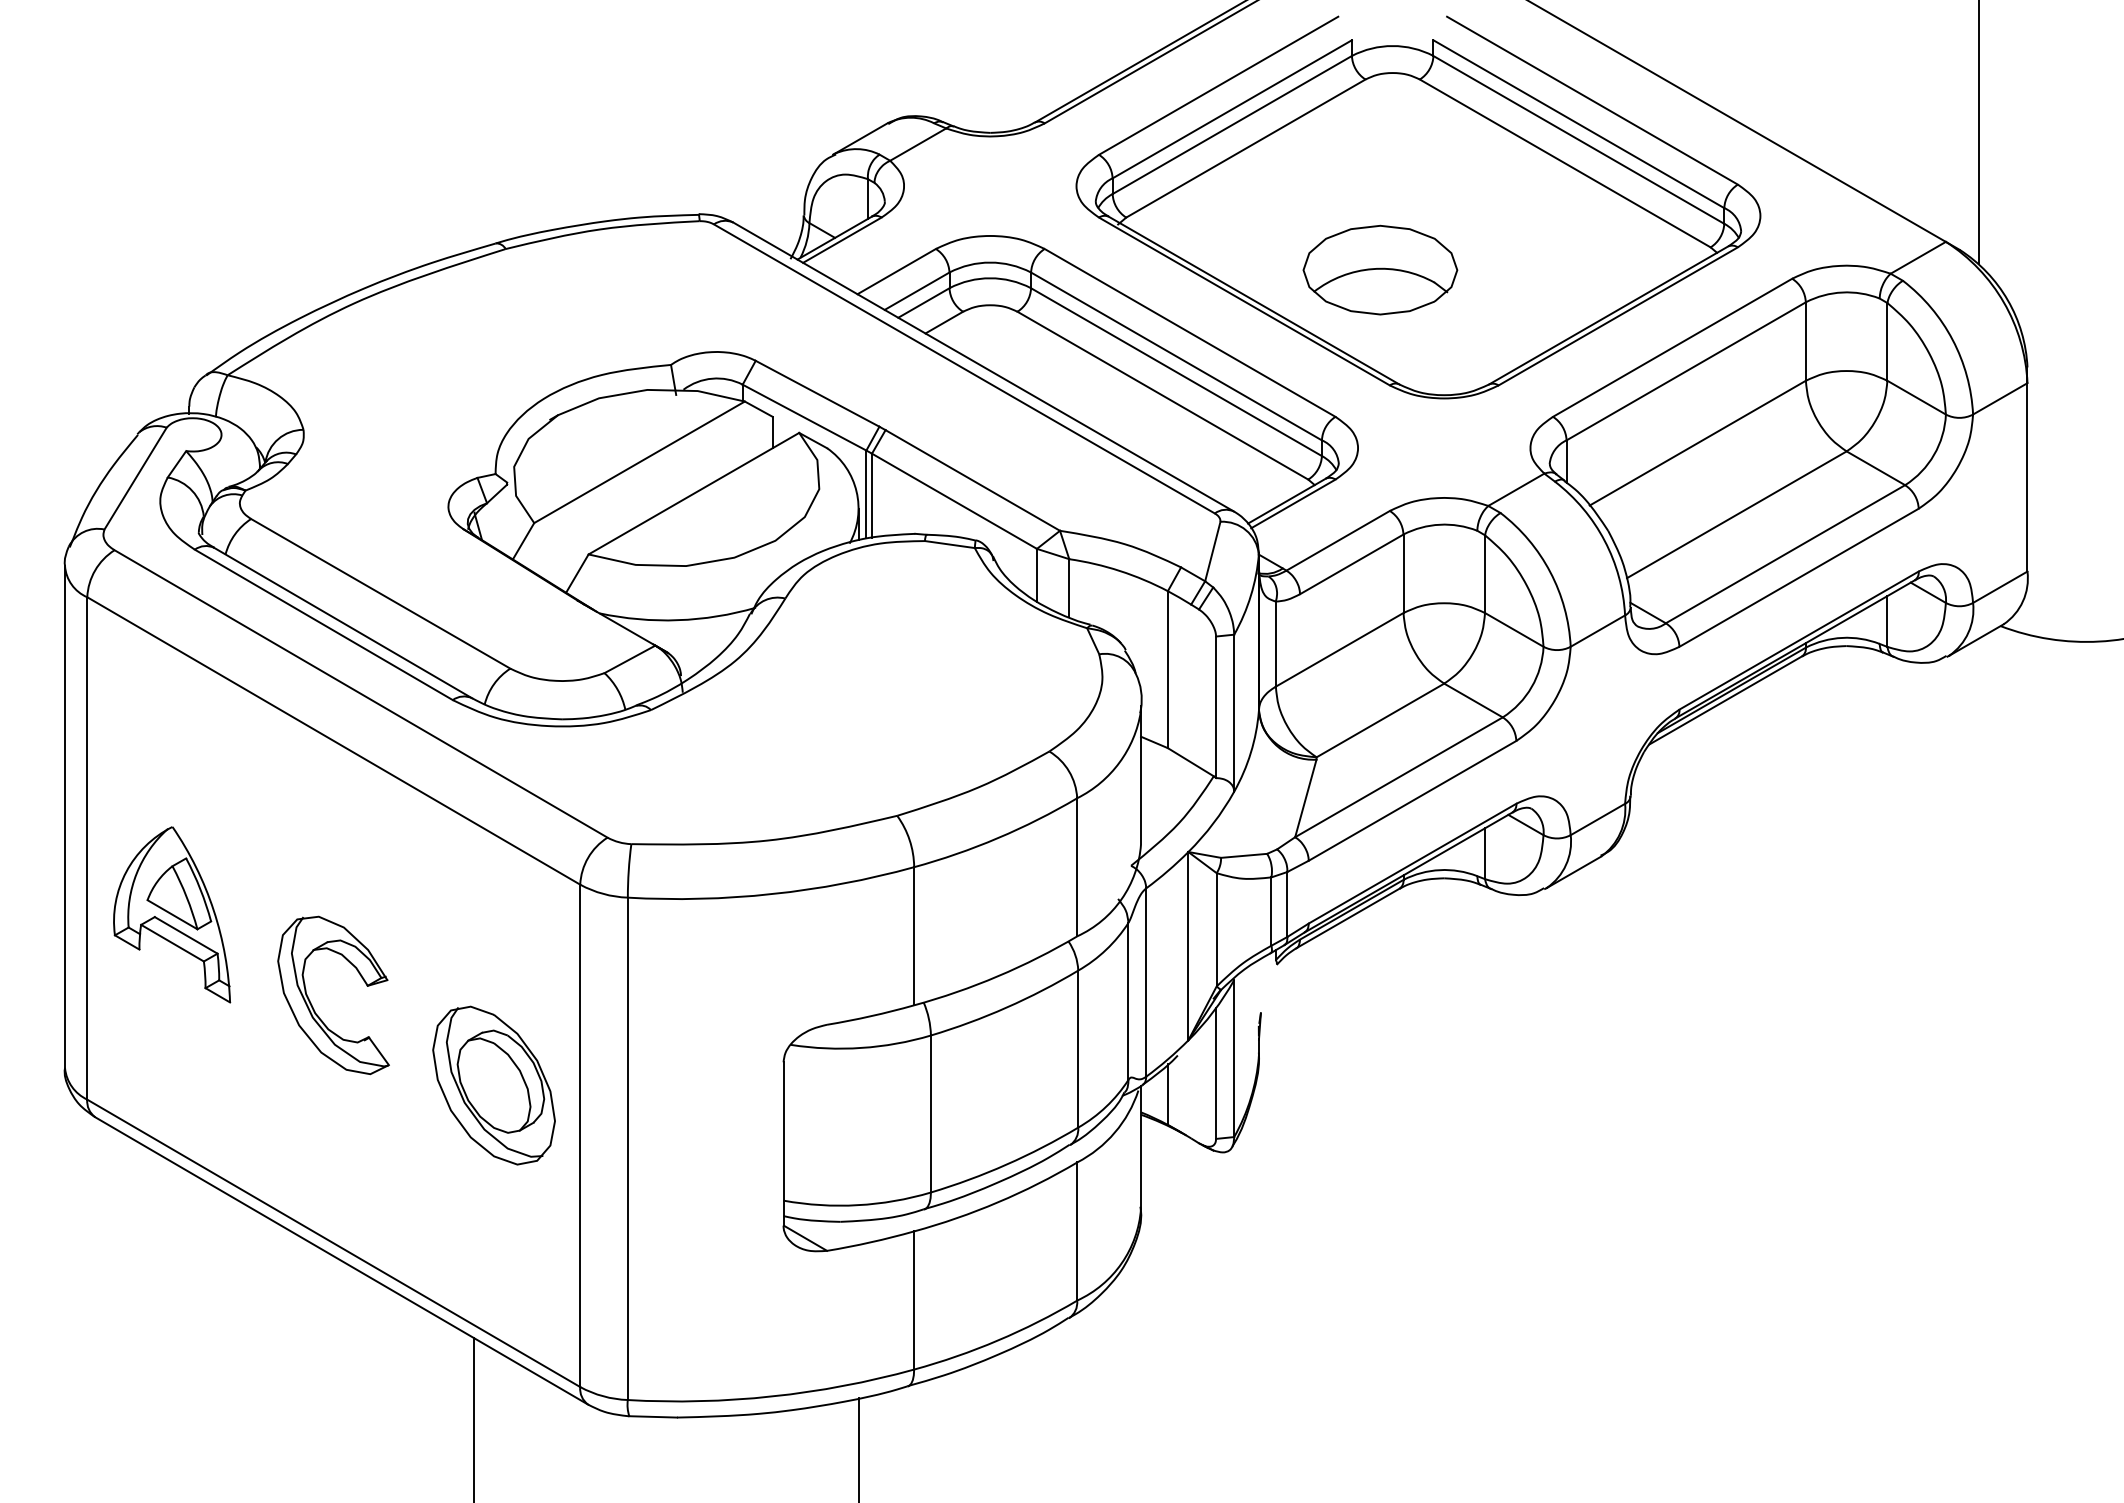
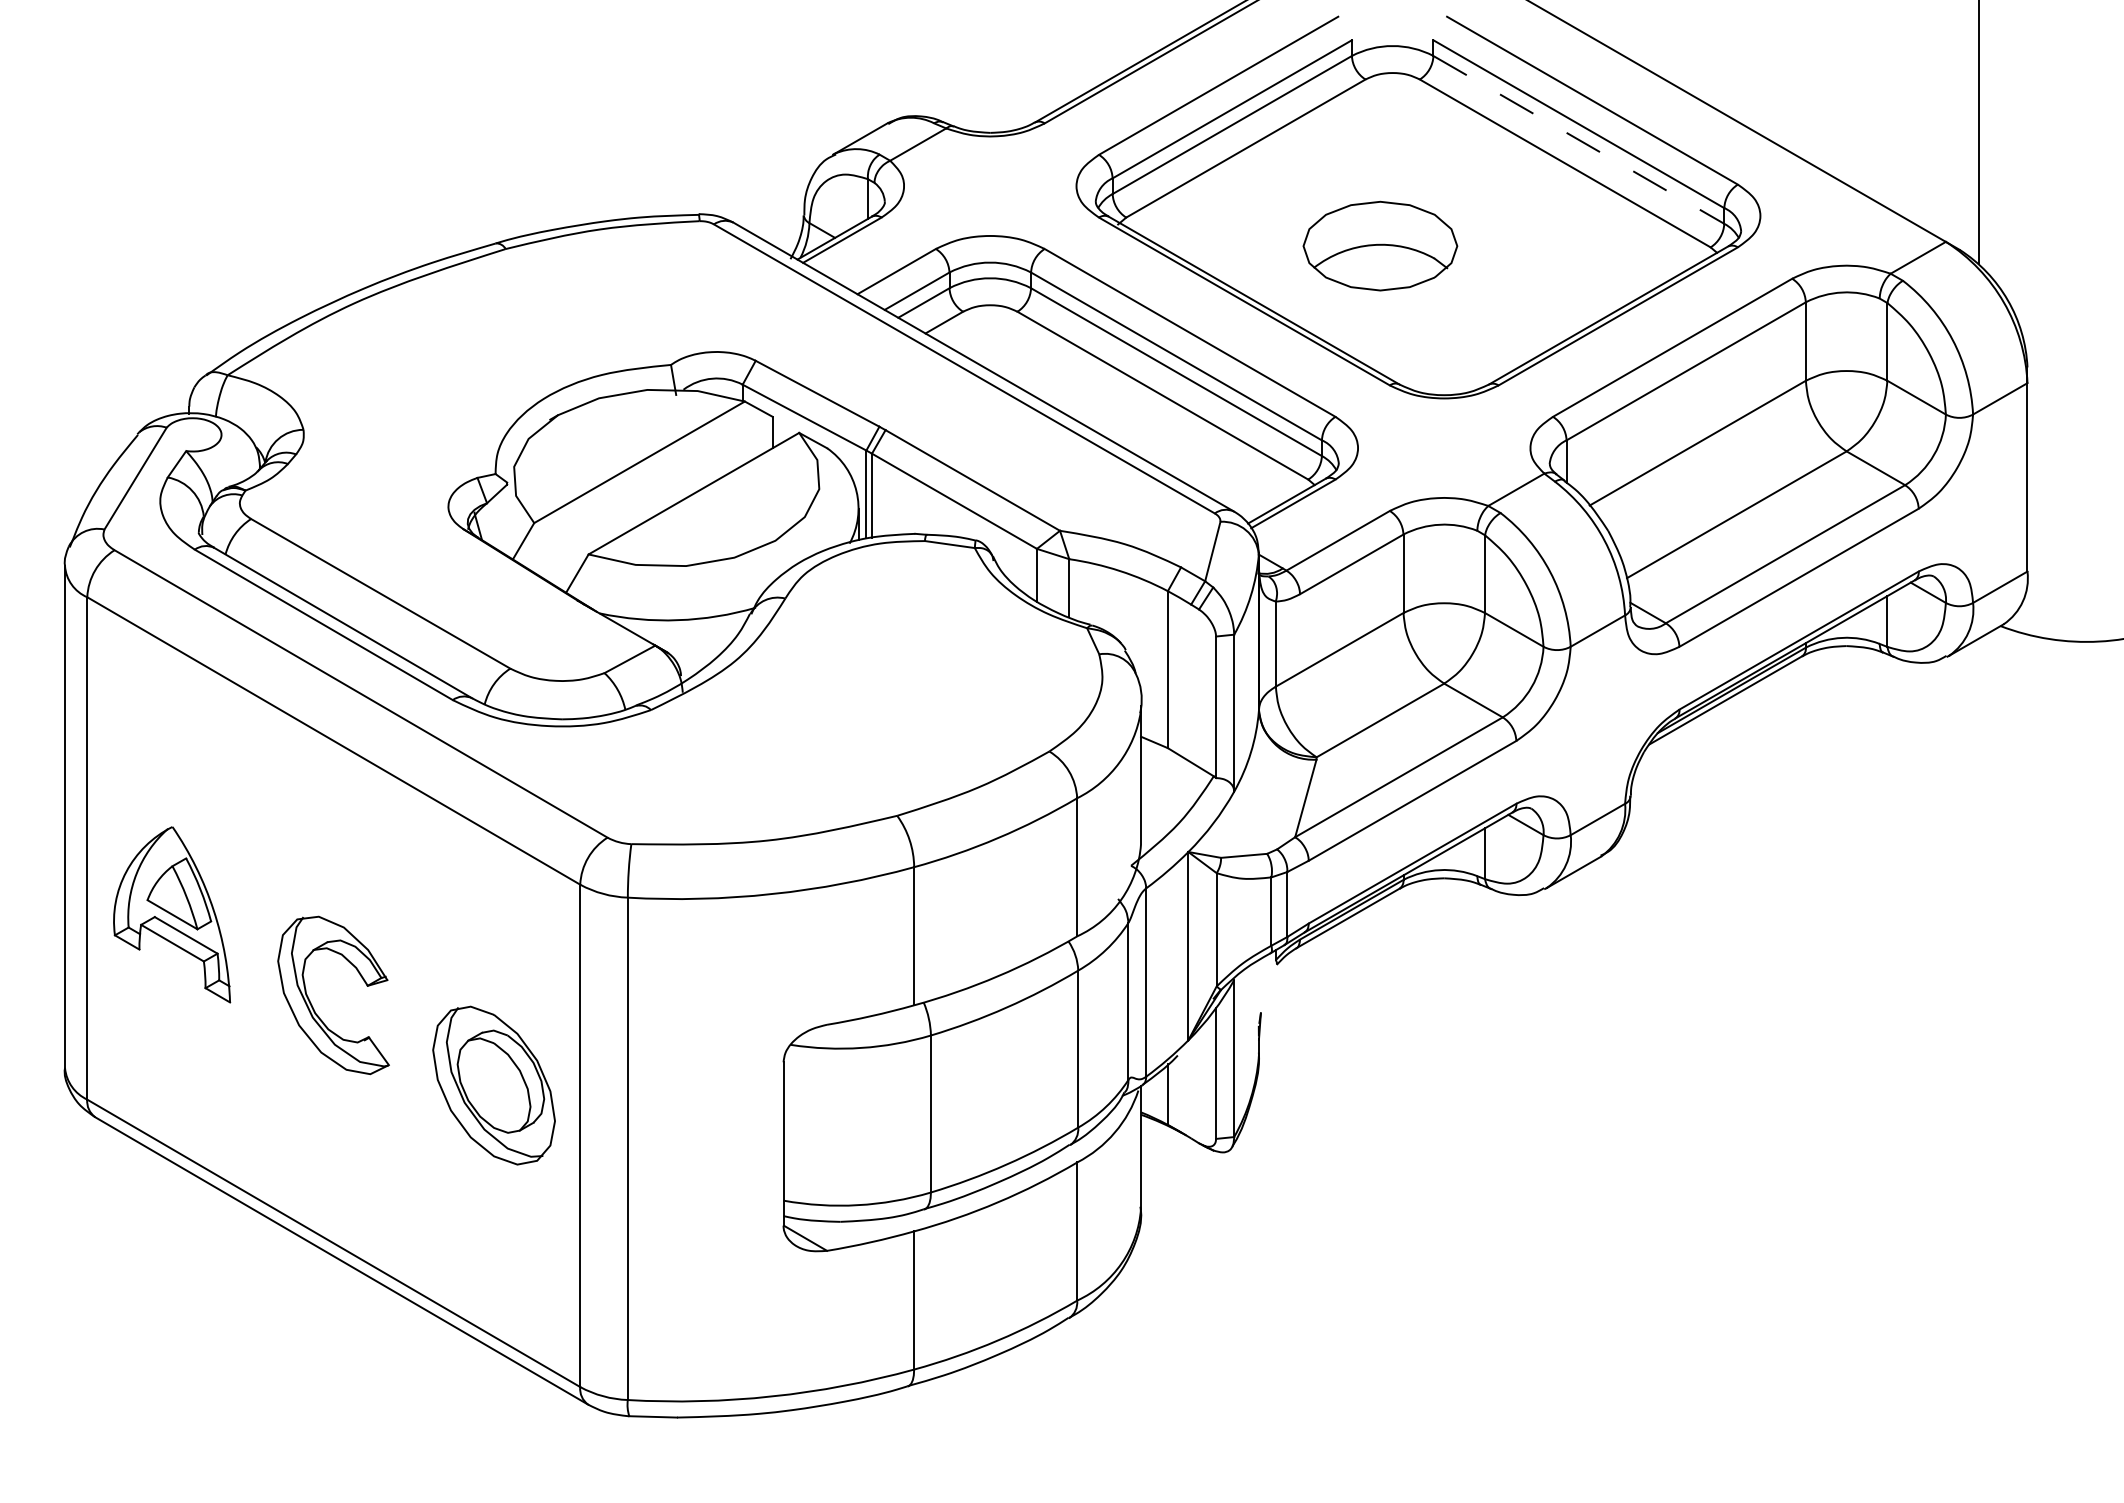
line at (1578, 139): solid -> dashed
part at (1380, 269) position: (1380, 269) -> (1380, 245)
line at (474, 1418): present -> none
line at (858, 1448): present -> none
